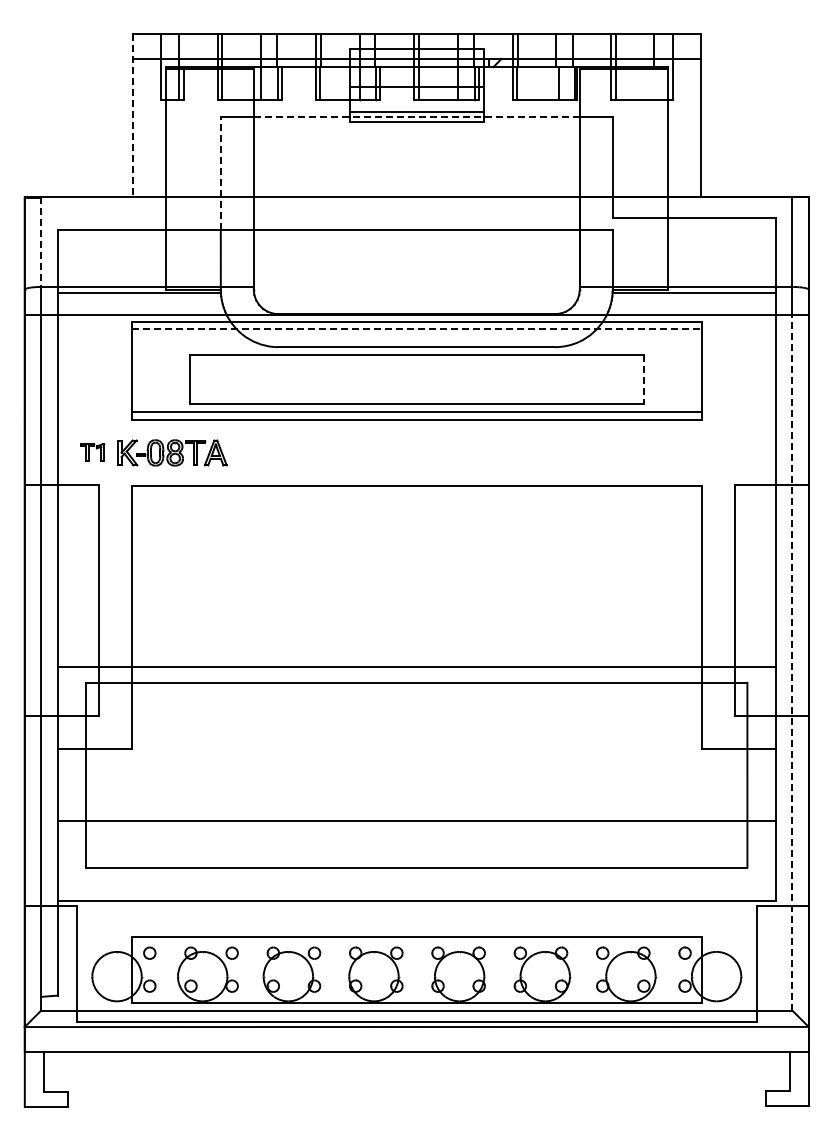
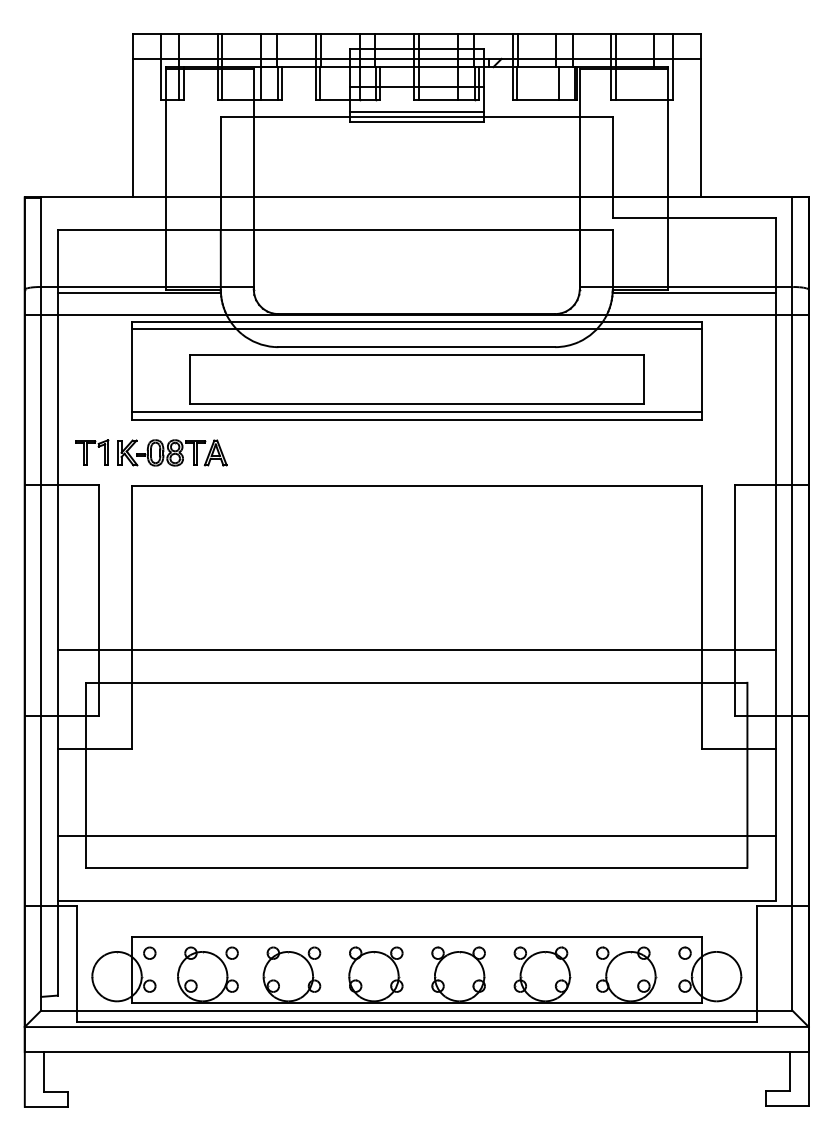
line at (132, 115): dashed -> solid
line at (417, 116): dashed -> solid
line at (220, 173): dashed -> solid
line at (41, 242): dashed -> solid
line at (416, 329): dashed -> solid
line at (644, 380): dashed -> solid
part at (92, 452) size: 26x19 px -> 35x27 px
line at (792, 662): dashed -> solid
line at (416, 666) position: (416, 666) -> (416, 649)
line at (416, 821) position: (416, 821) -> (416, 836)
